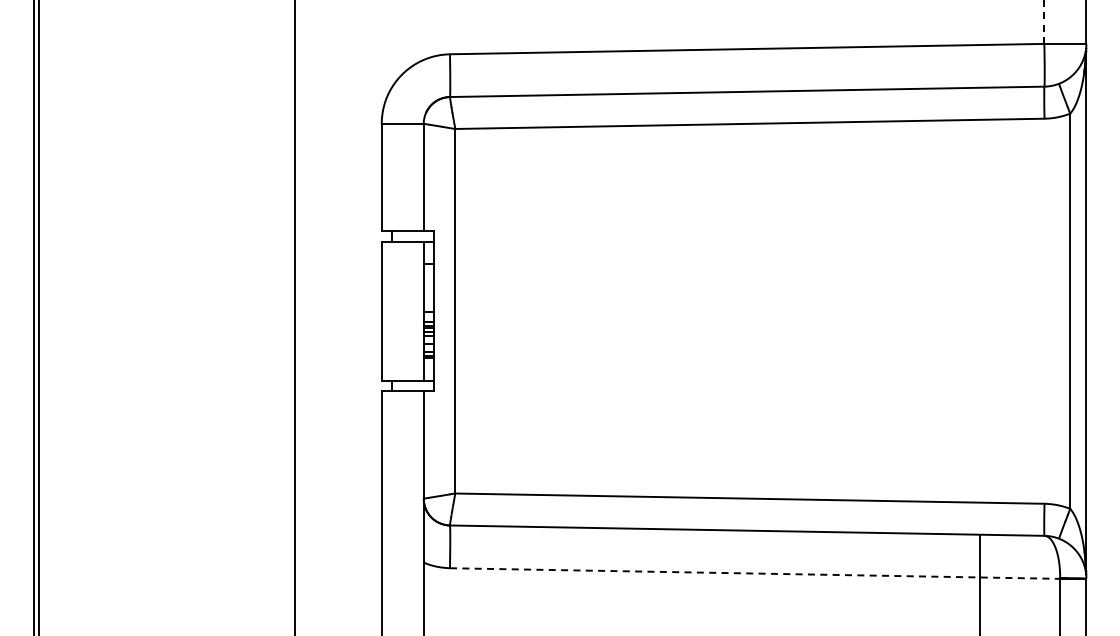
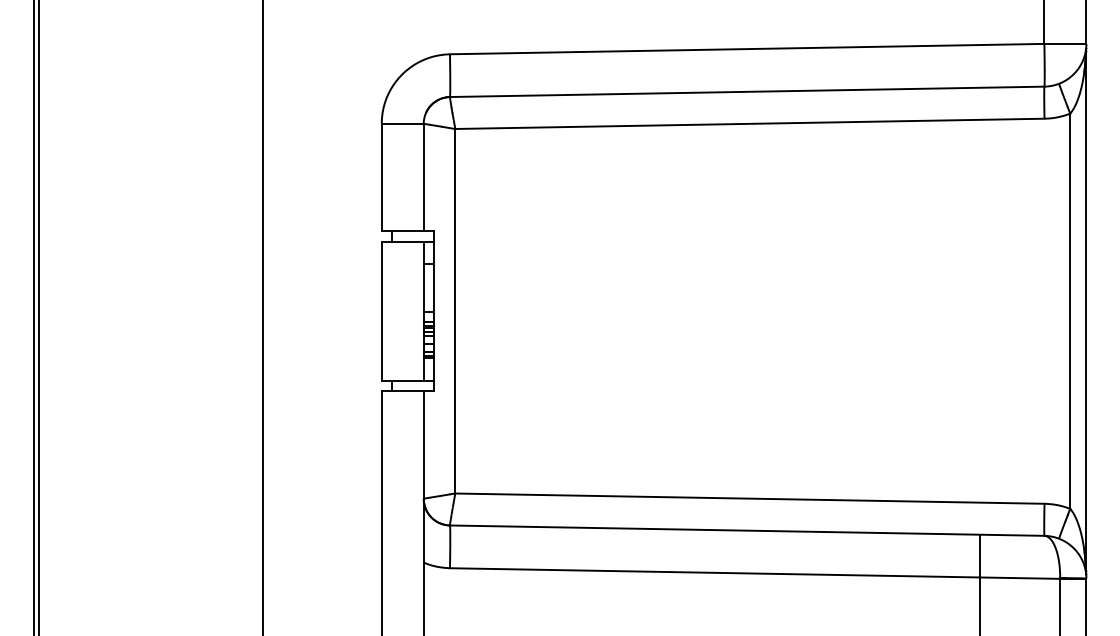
line at (1044, 21): dashed -> solid
line at (295, 317) position: (295, 317) -> (263, 317)
line at (755, 573): dashed -> solid
